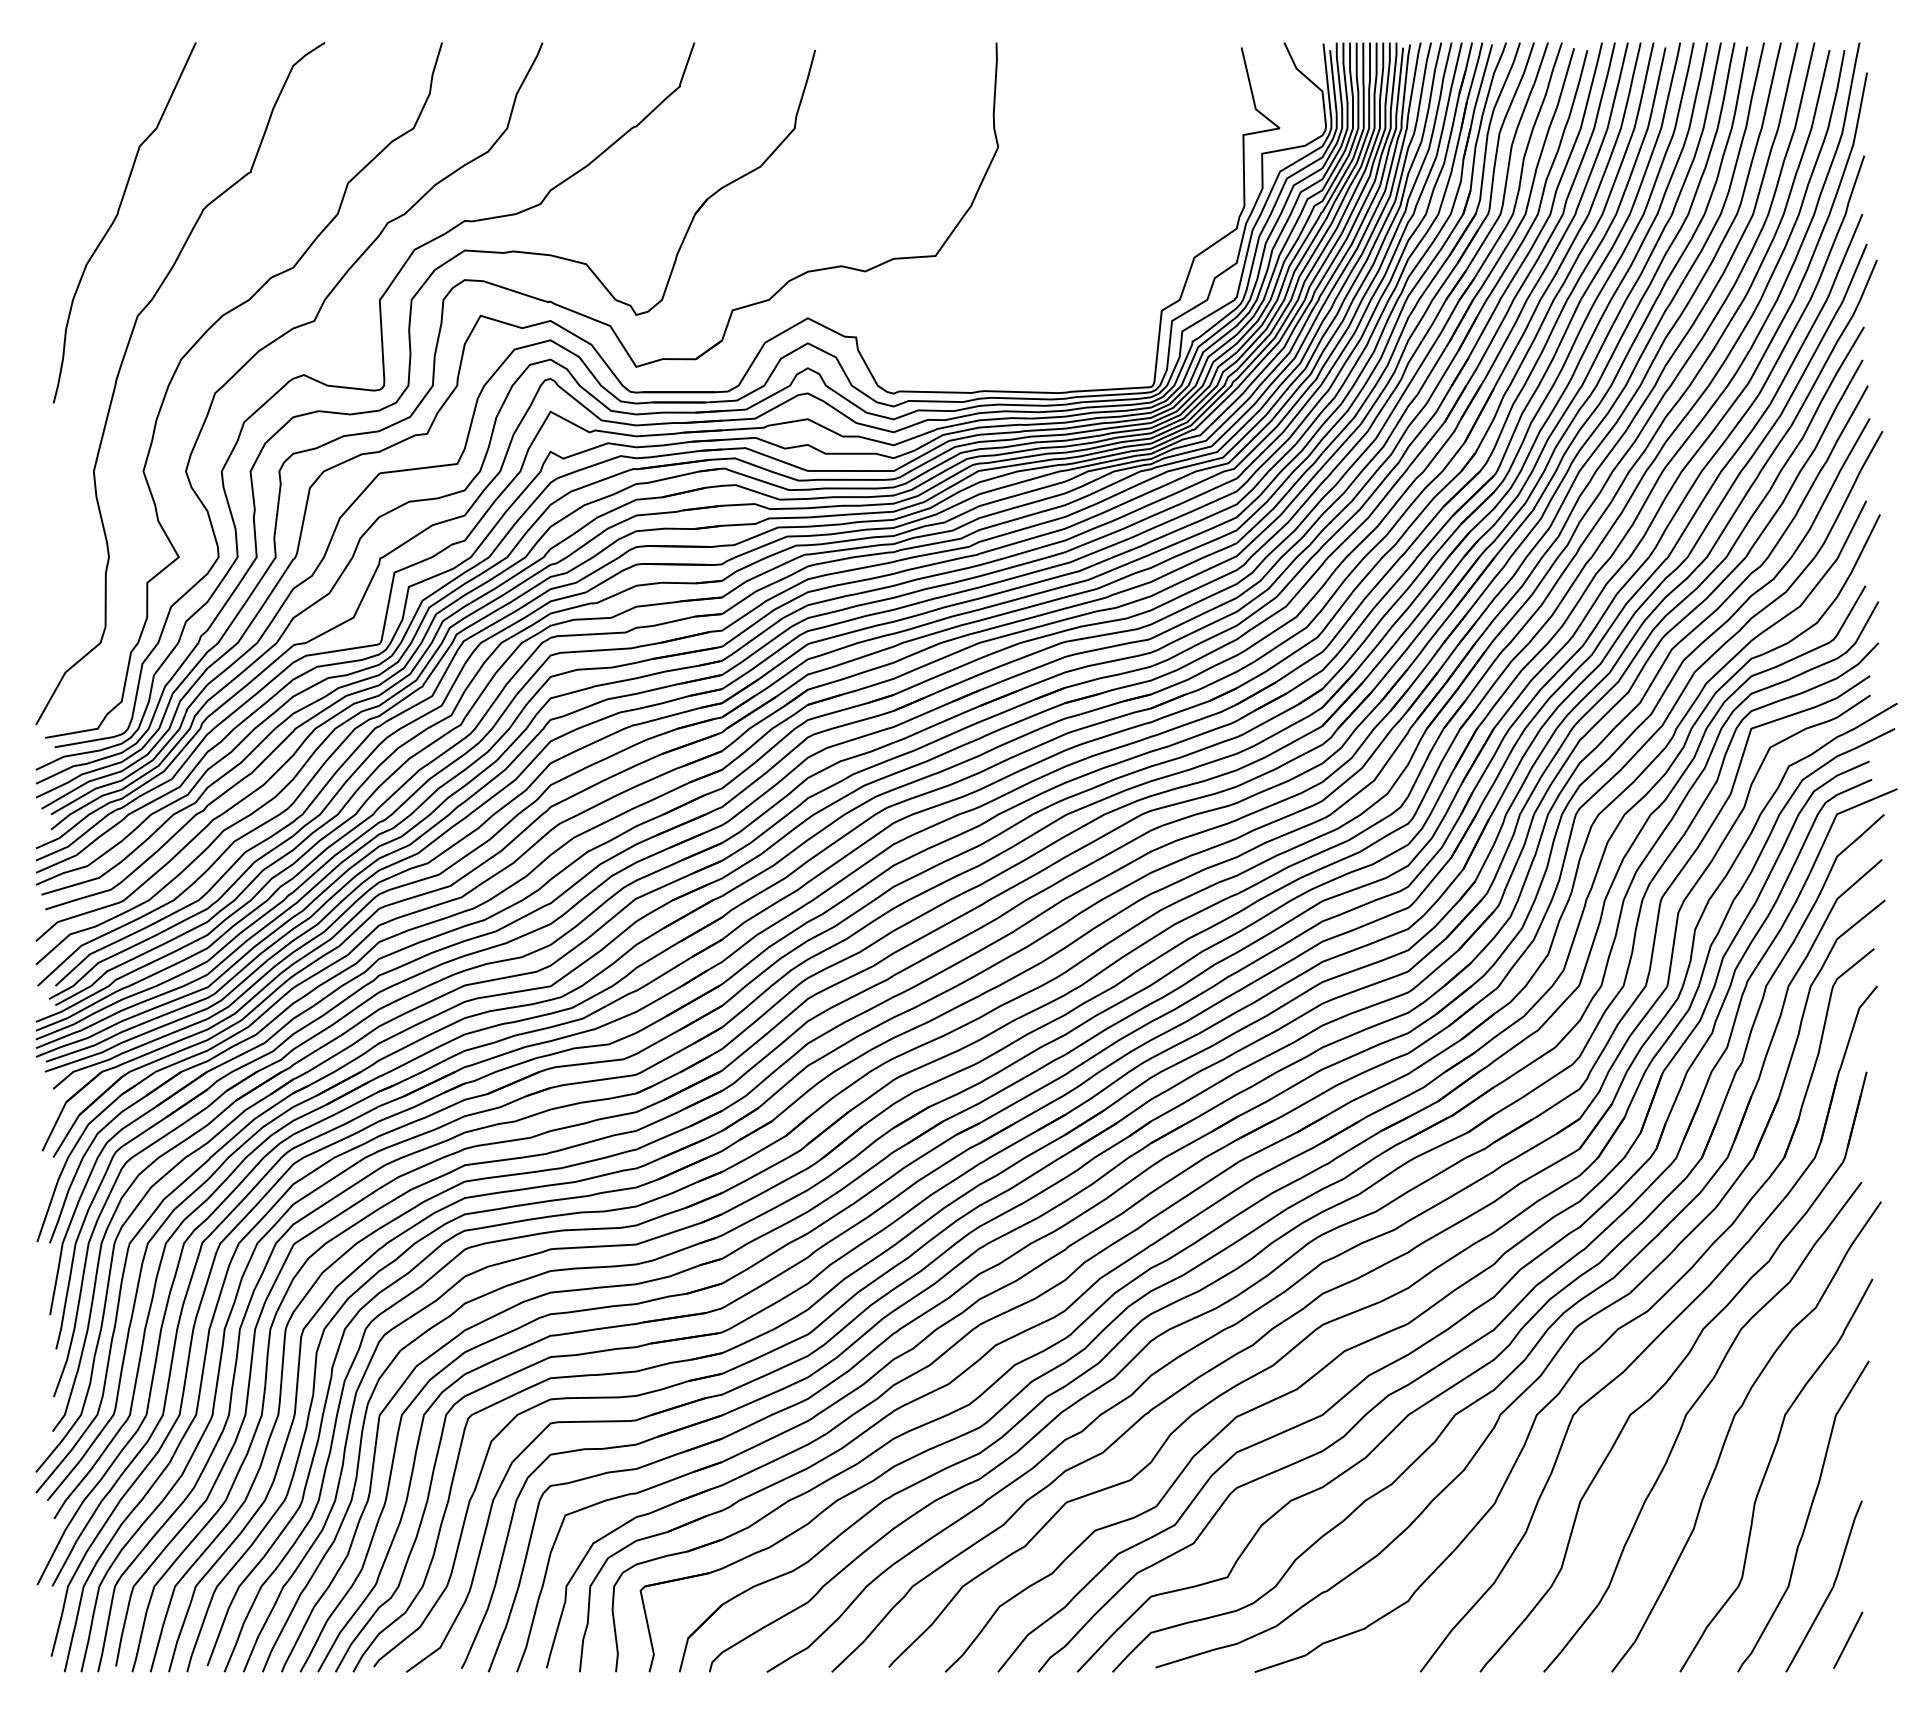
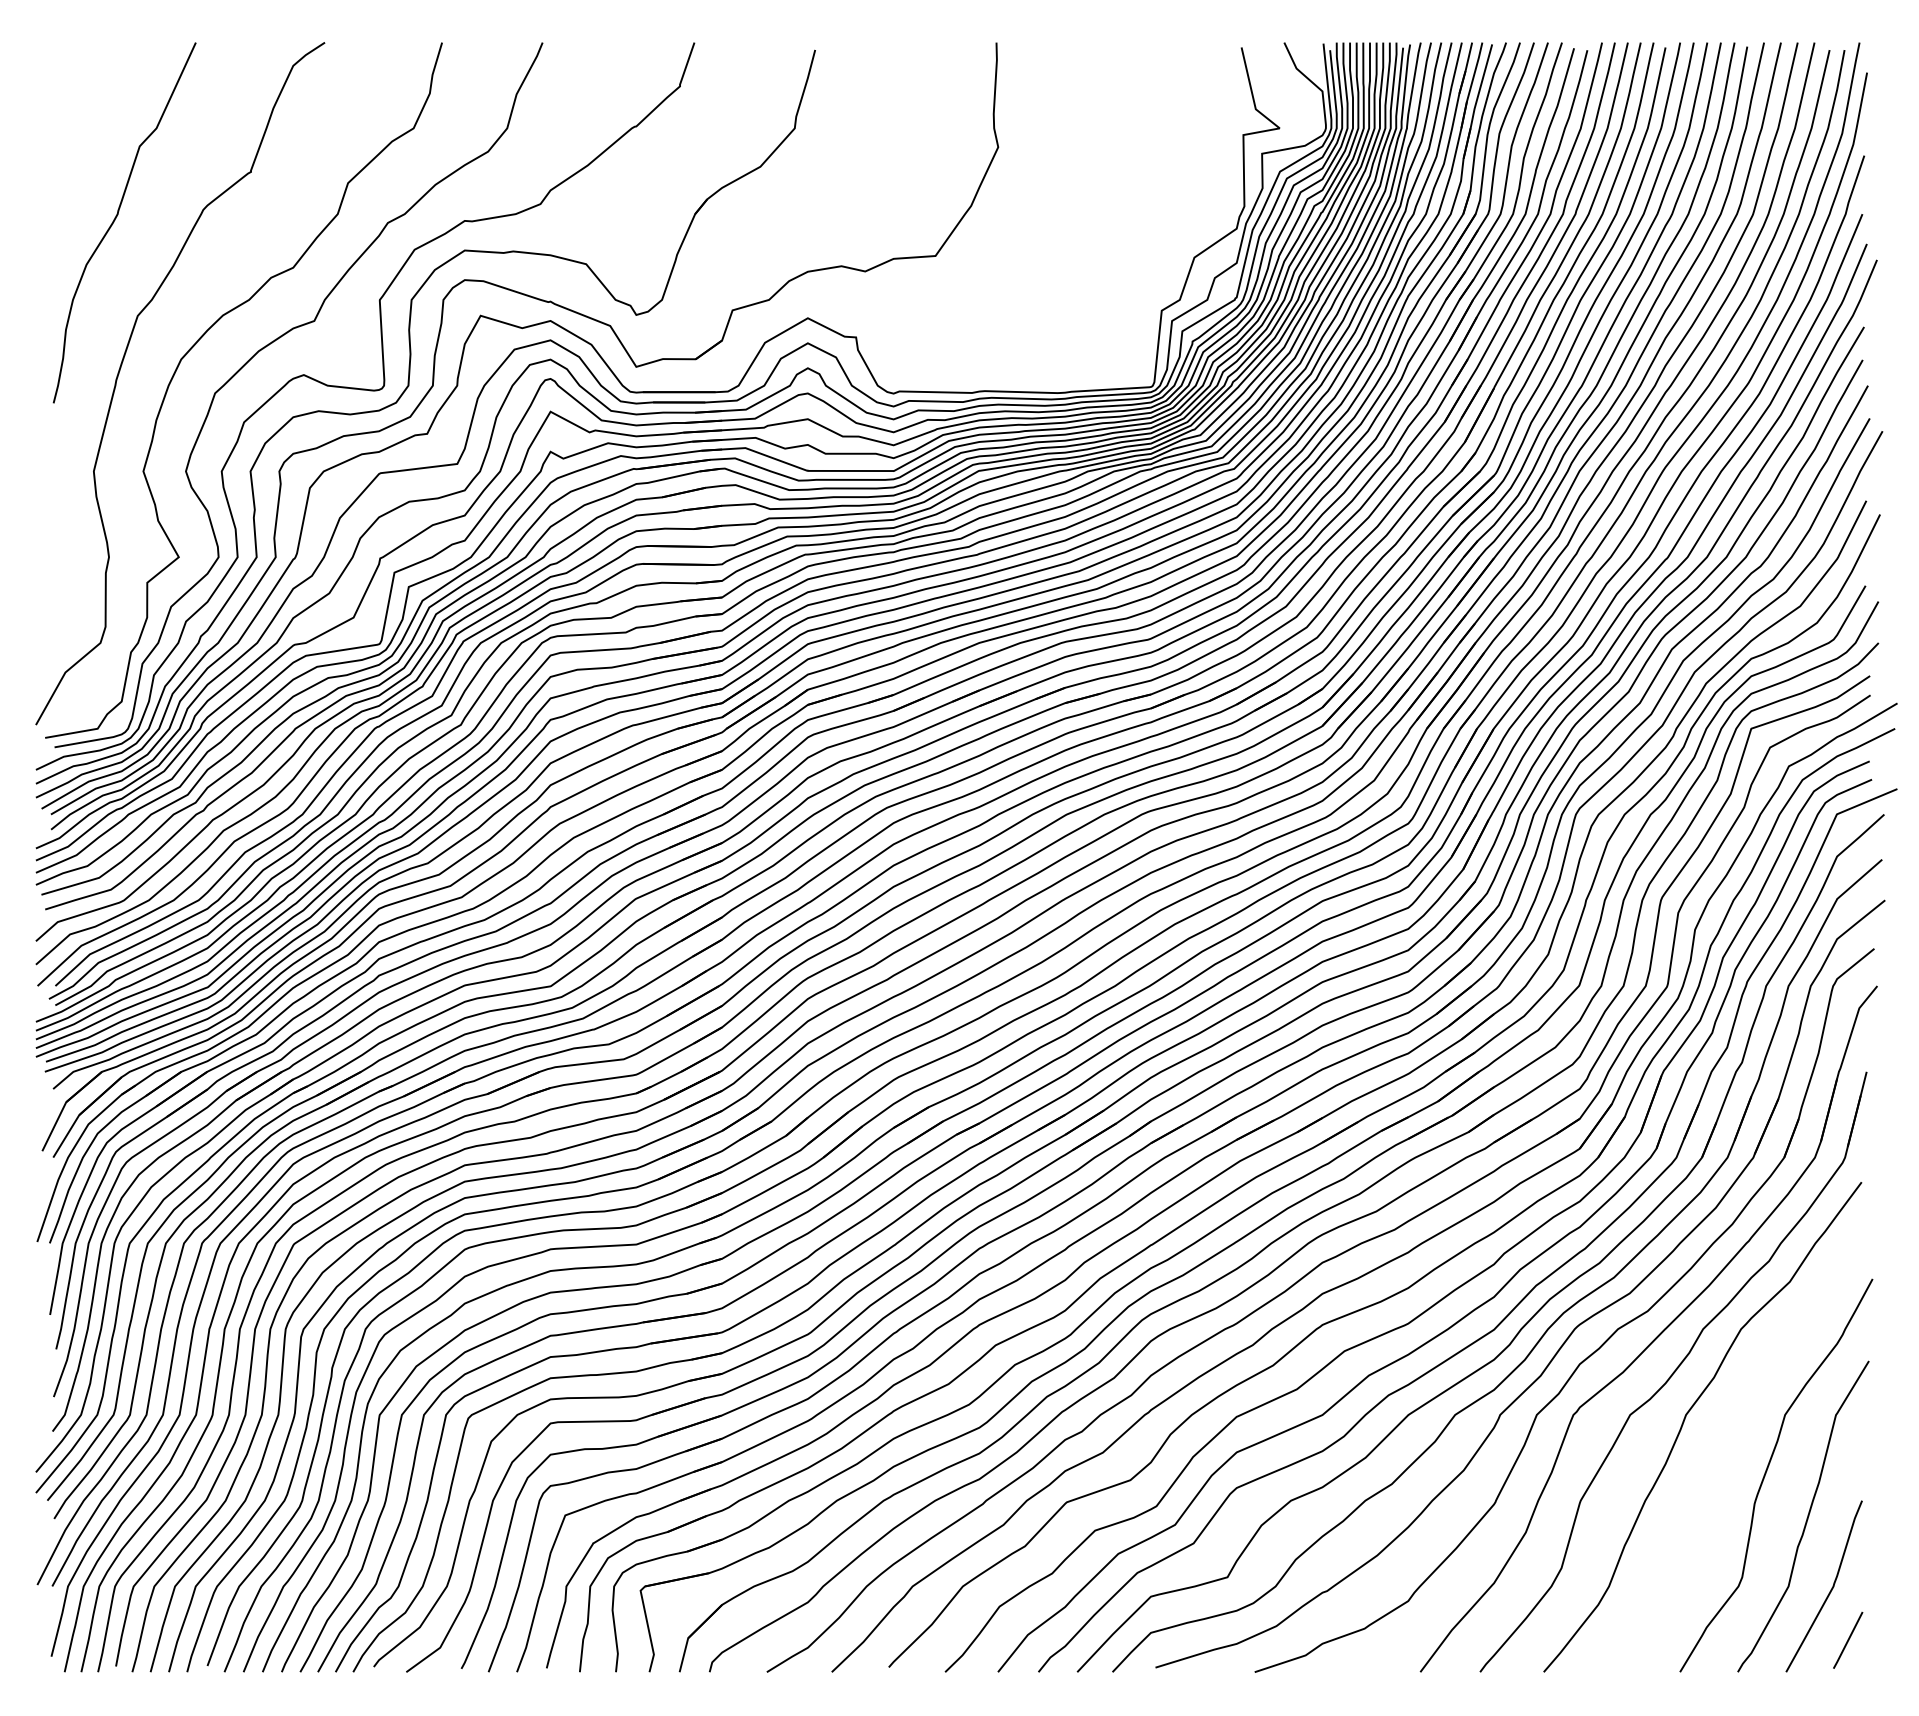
curve at (1730, 1429): present -> none
